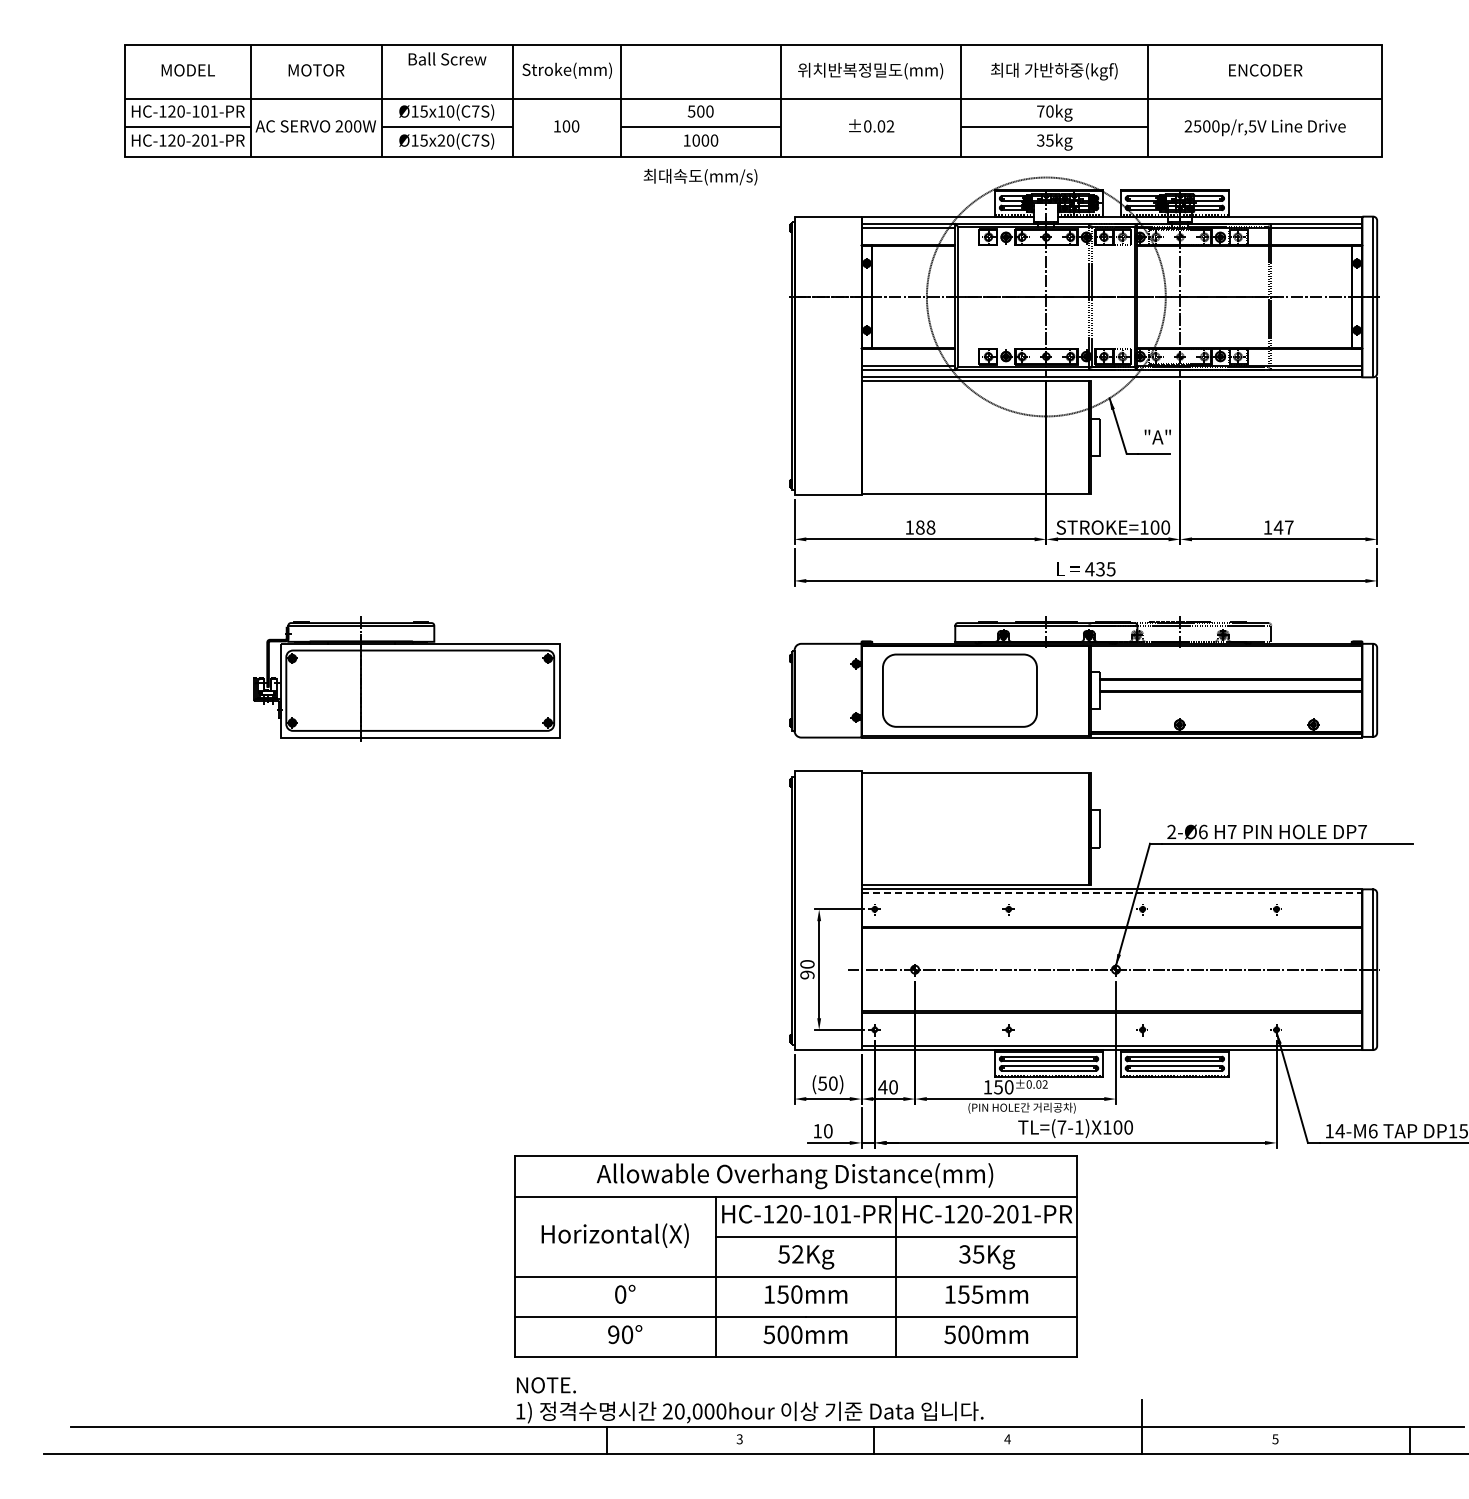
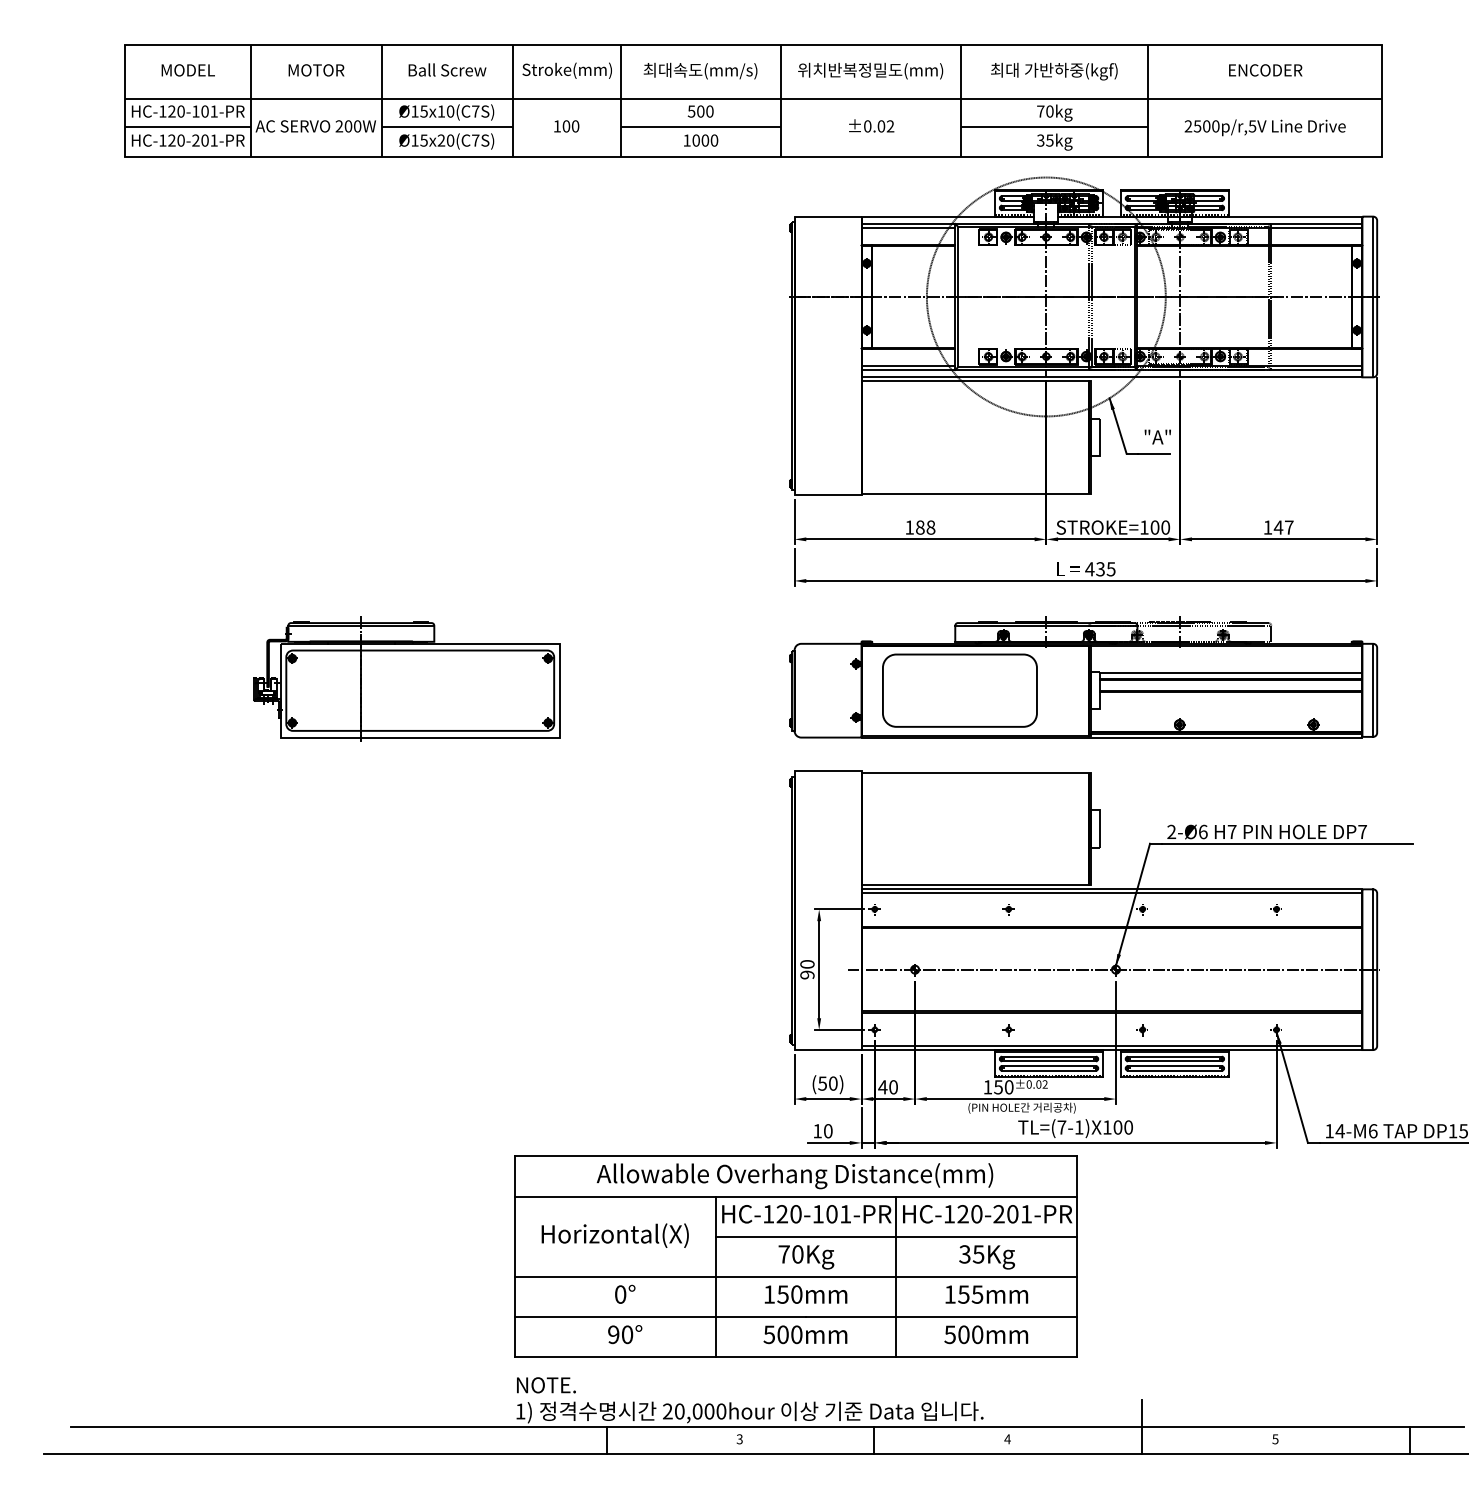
text at (447, 58) position: (447, 58) -> (447, 69)
text at (700, 176) position: (700, 176) -> (700, 70)
line at (1231, 673): none -> present
line at (1112, 893): dashed -> solid
text at (790, 1254): 52Kg -> 70Kg
